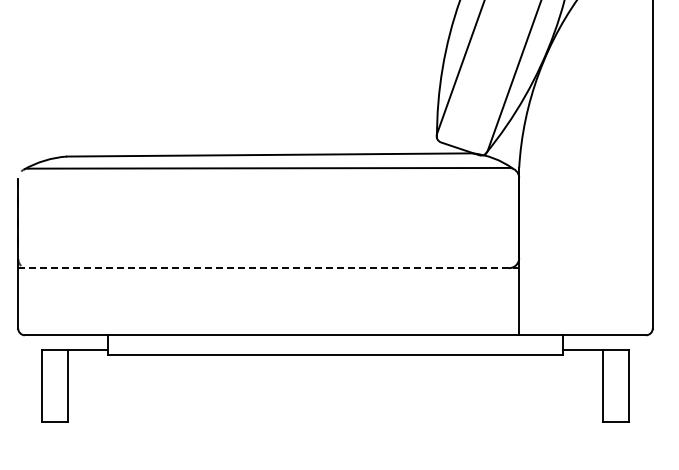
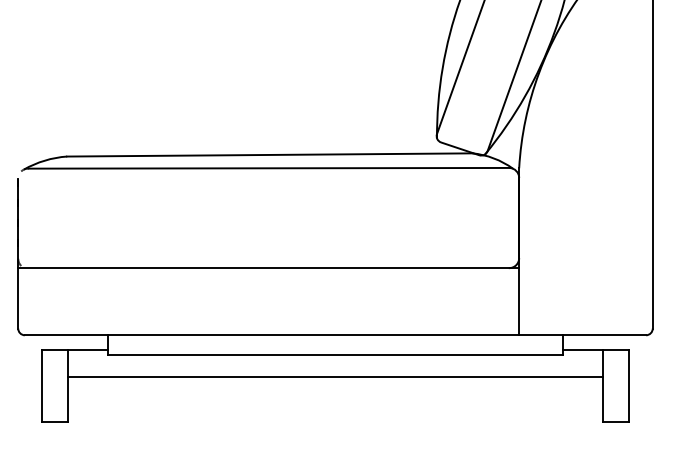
line at (269, 268): dashed -> solid
line at (335, 376): none -> present
